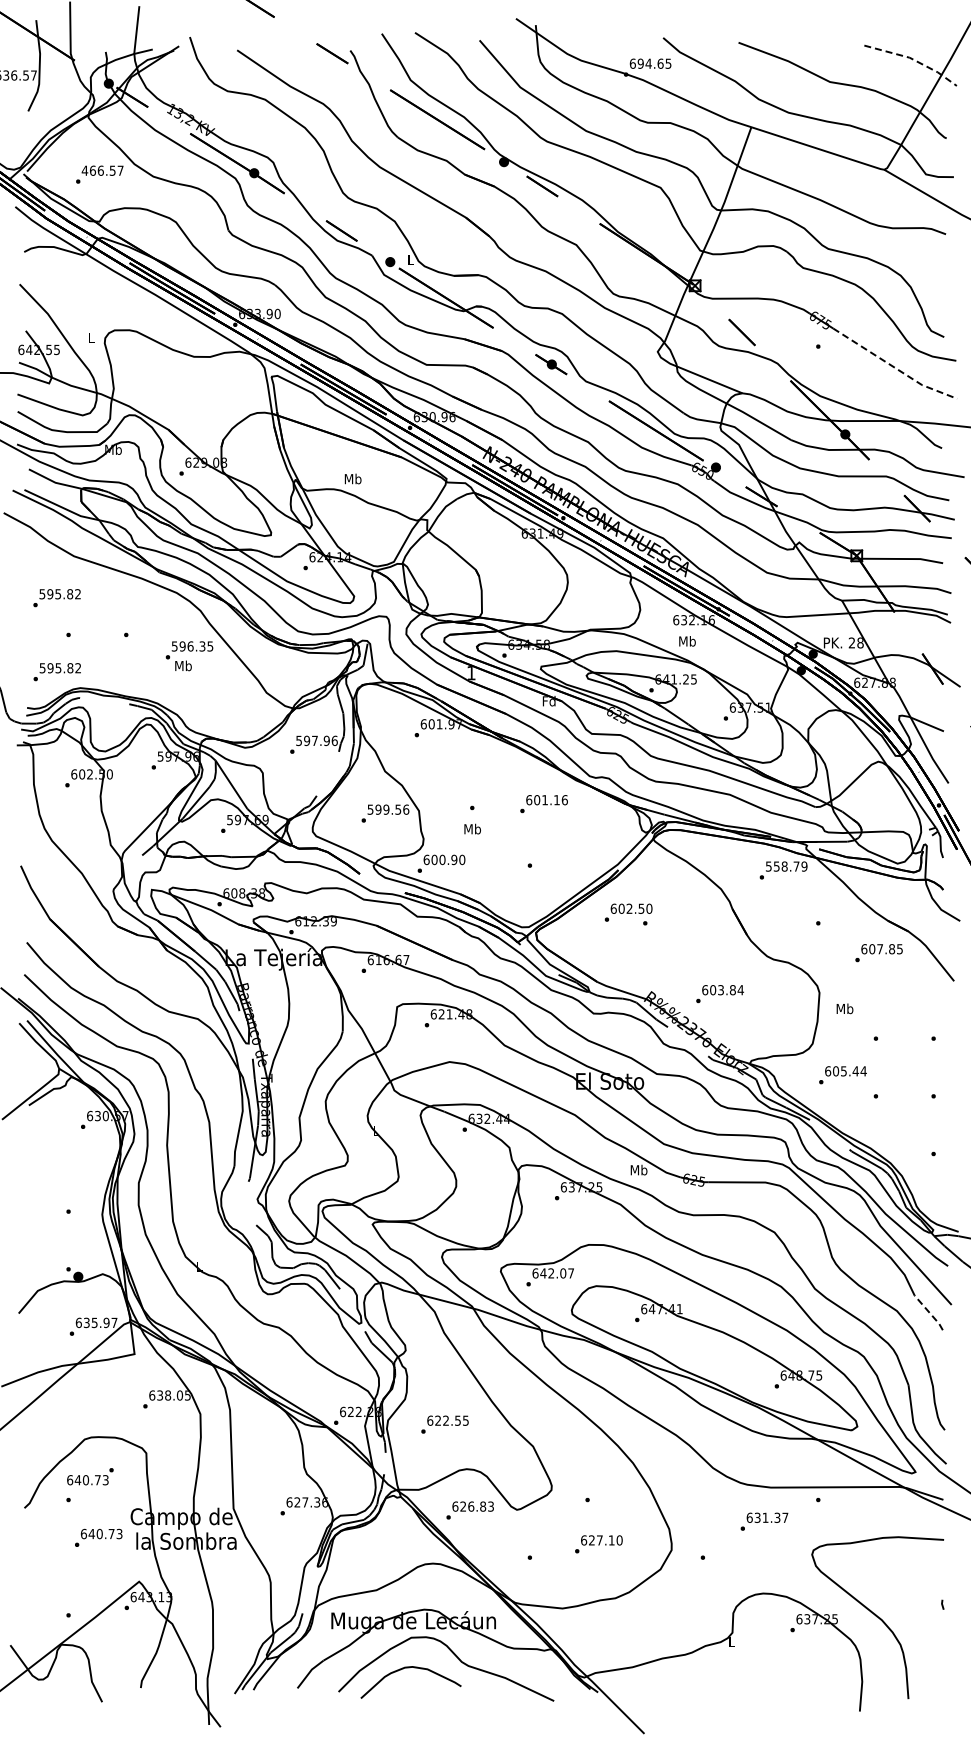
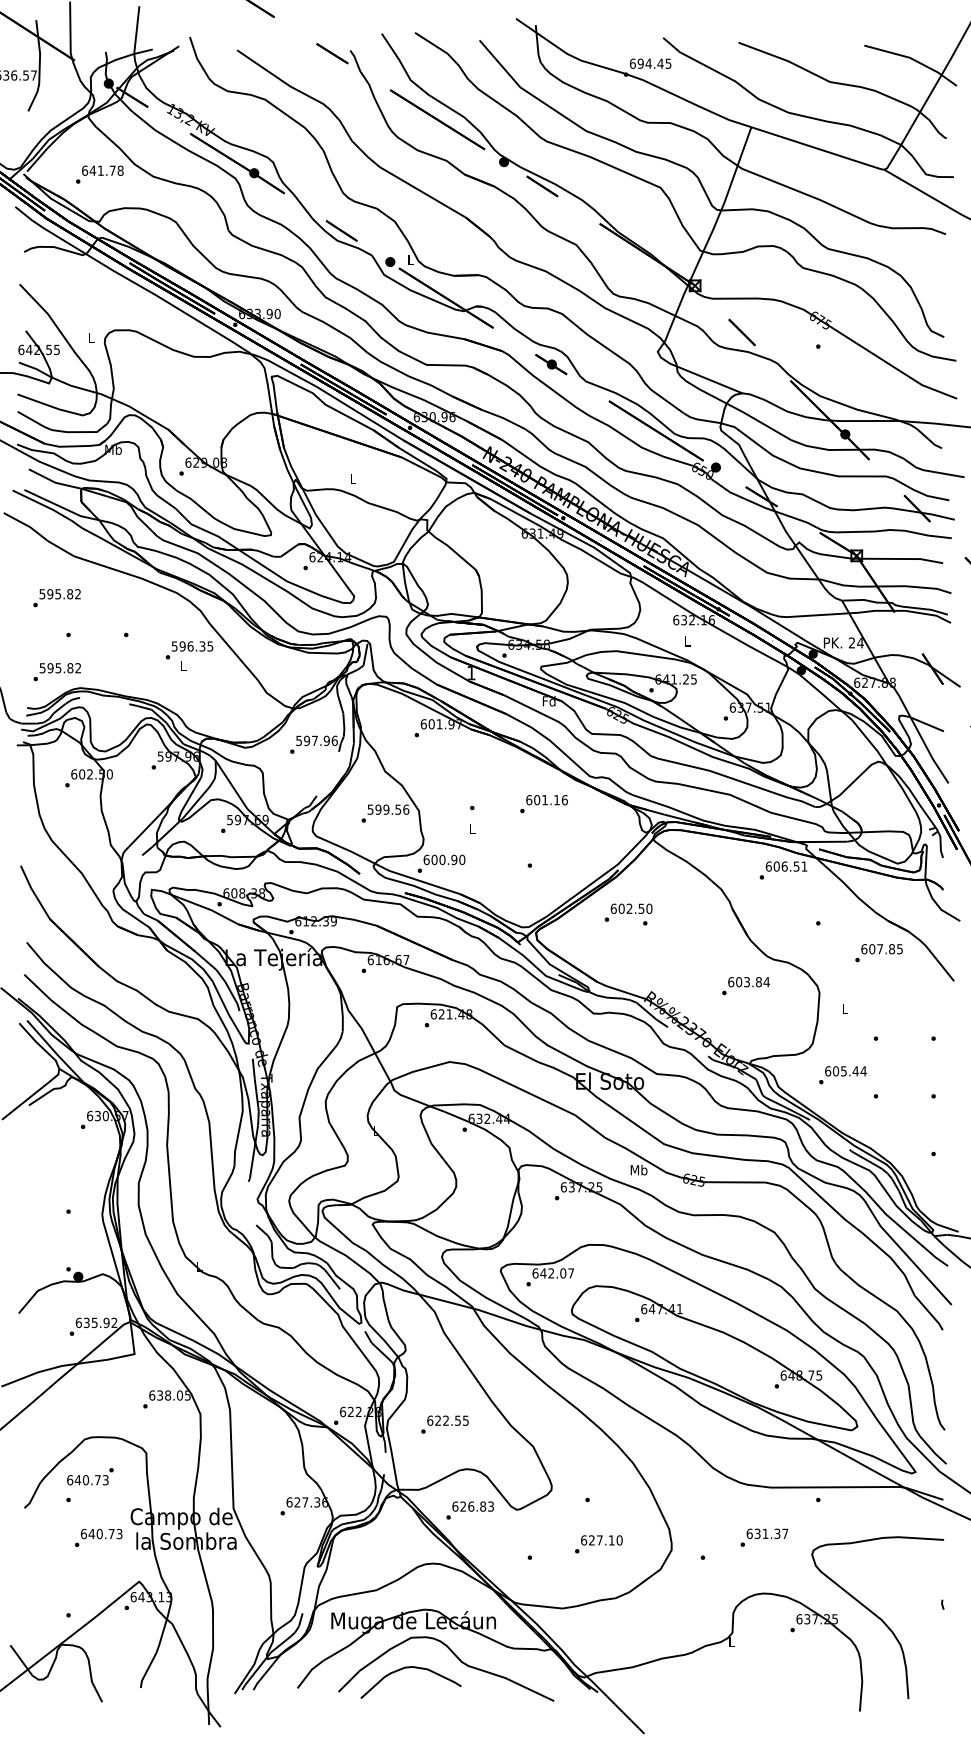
line at (913, 59): dashed -> solid
text at (660, 63): 694.65 -> 694.45
text at (102, 170): 466.57 -> 641.78
line at (894, 367): dashed -> solid
text at (352, 478): Mb -> L
text at (687, 641): Mb -> L
text at (860, 642): 28 -> 24
text at (183, 665): Mb -> L
text at (472, 828): Mb -> L
text at (786, 866): 558.79 -> 606.51
text at (719, 994) position: (719, 994) -> (745, 986)
text at (844, 1008): Mb -> L
line at (929, 1312): dashed -> solid
text at (114, 1322): 635.97 -> 635.92
text at (764, 1521) position: (764, 1521) -> (764, 1537)
